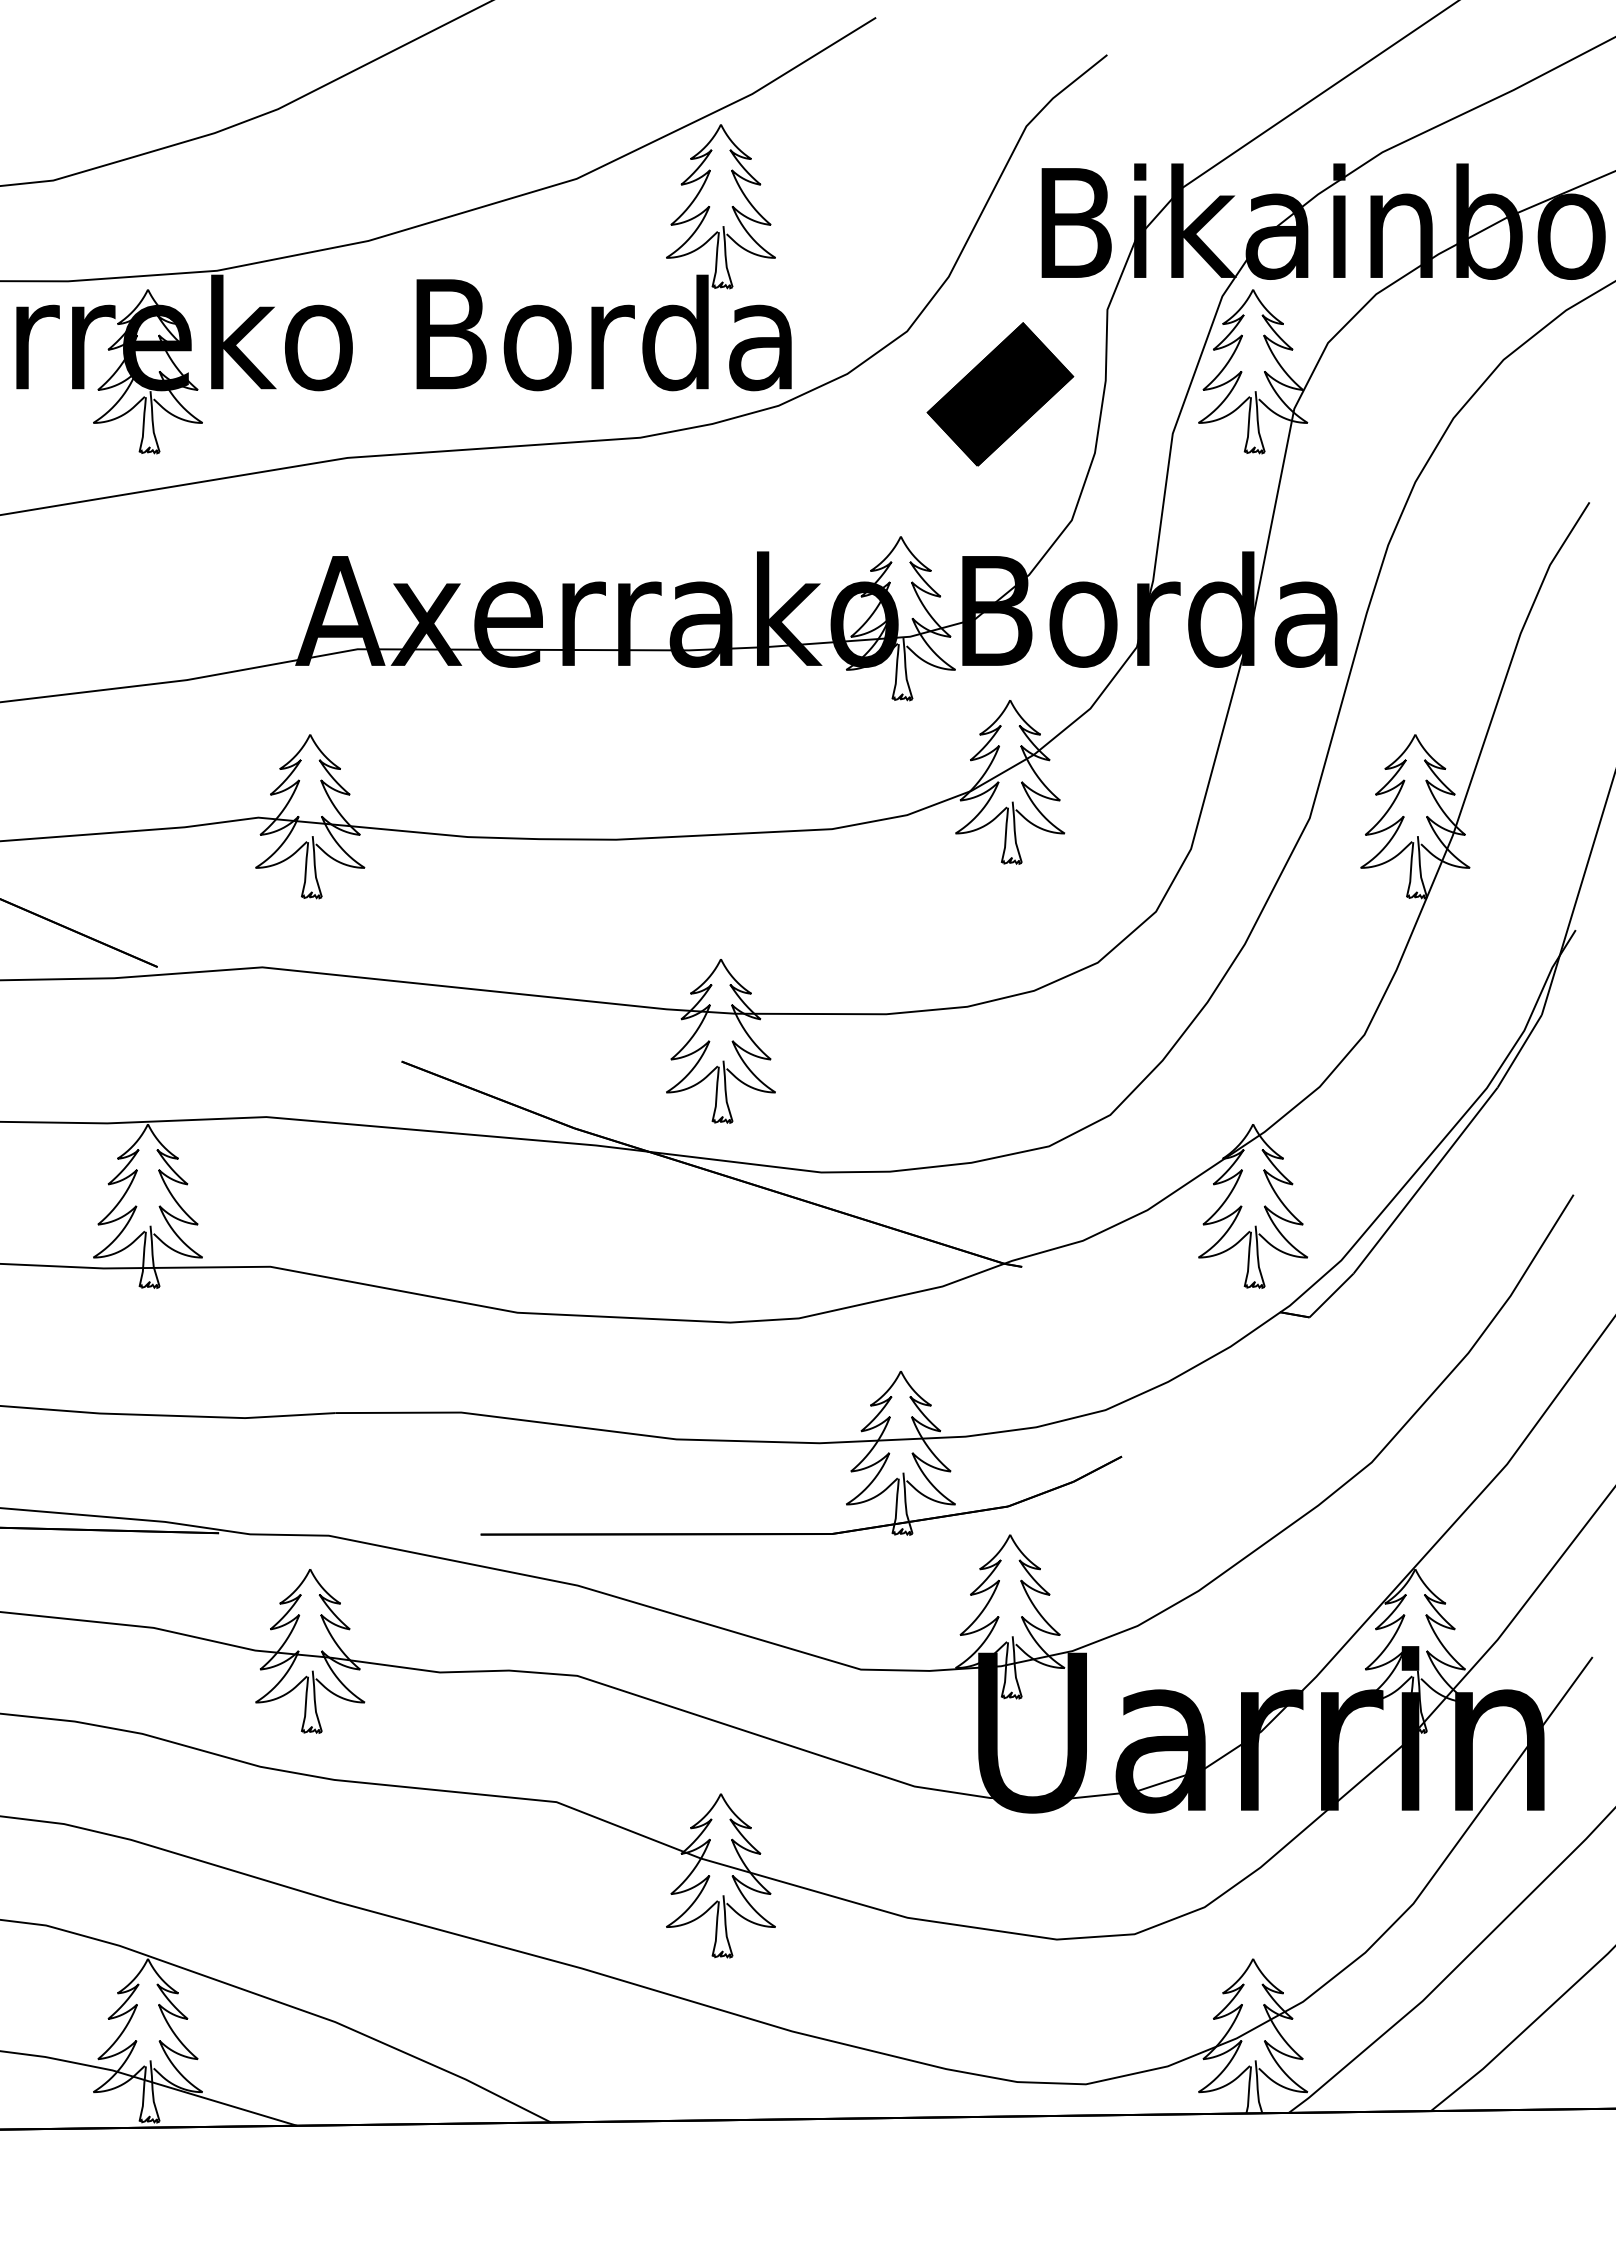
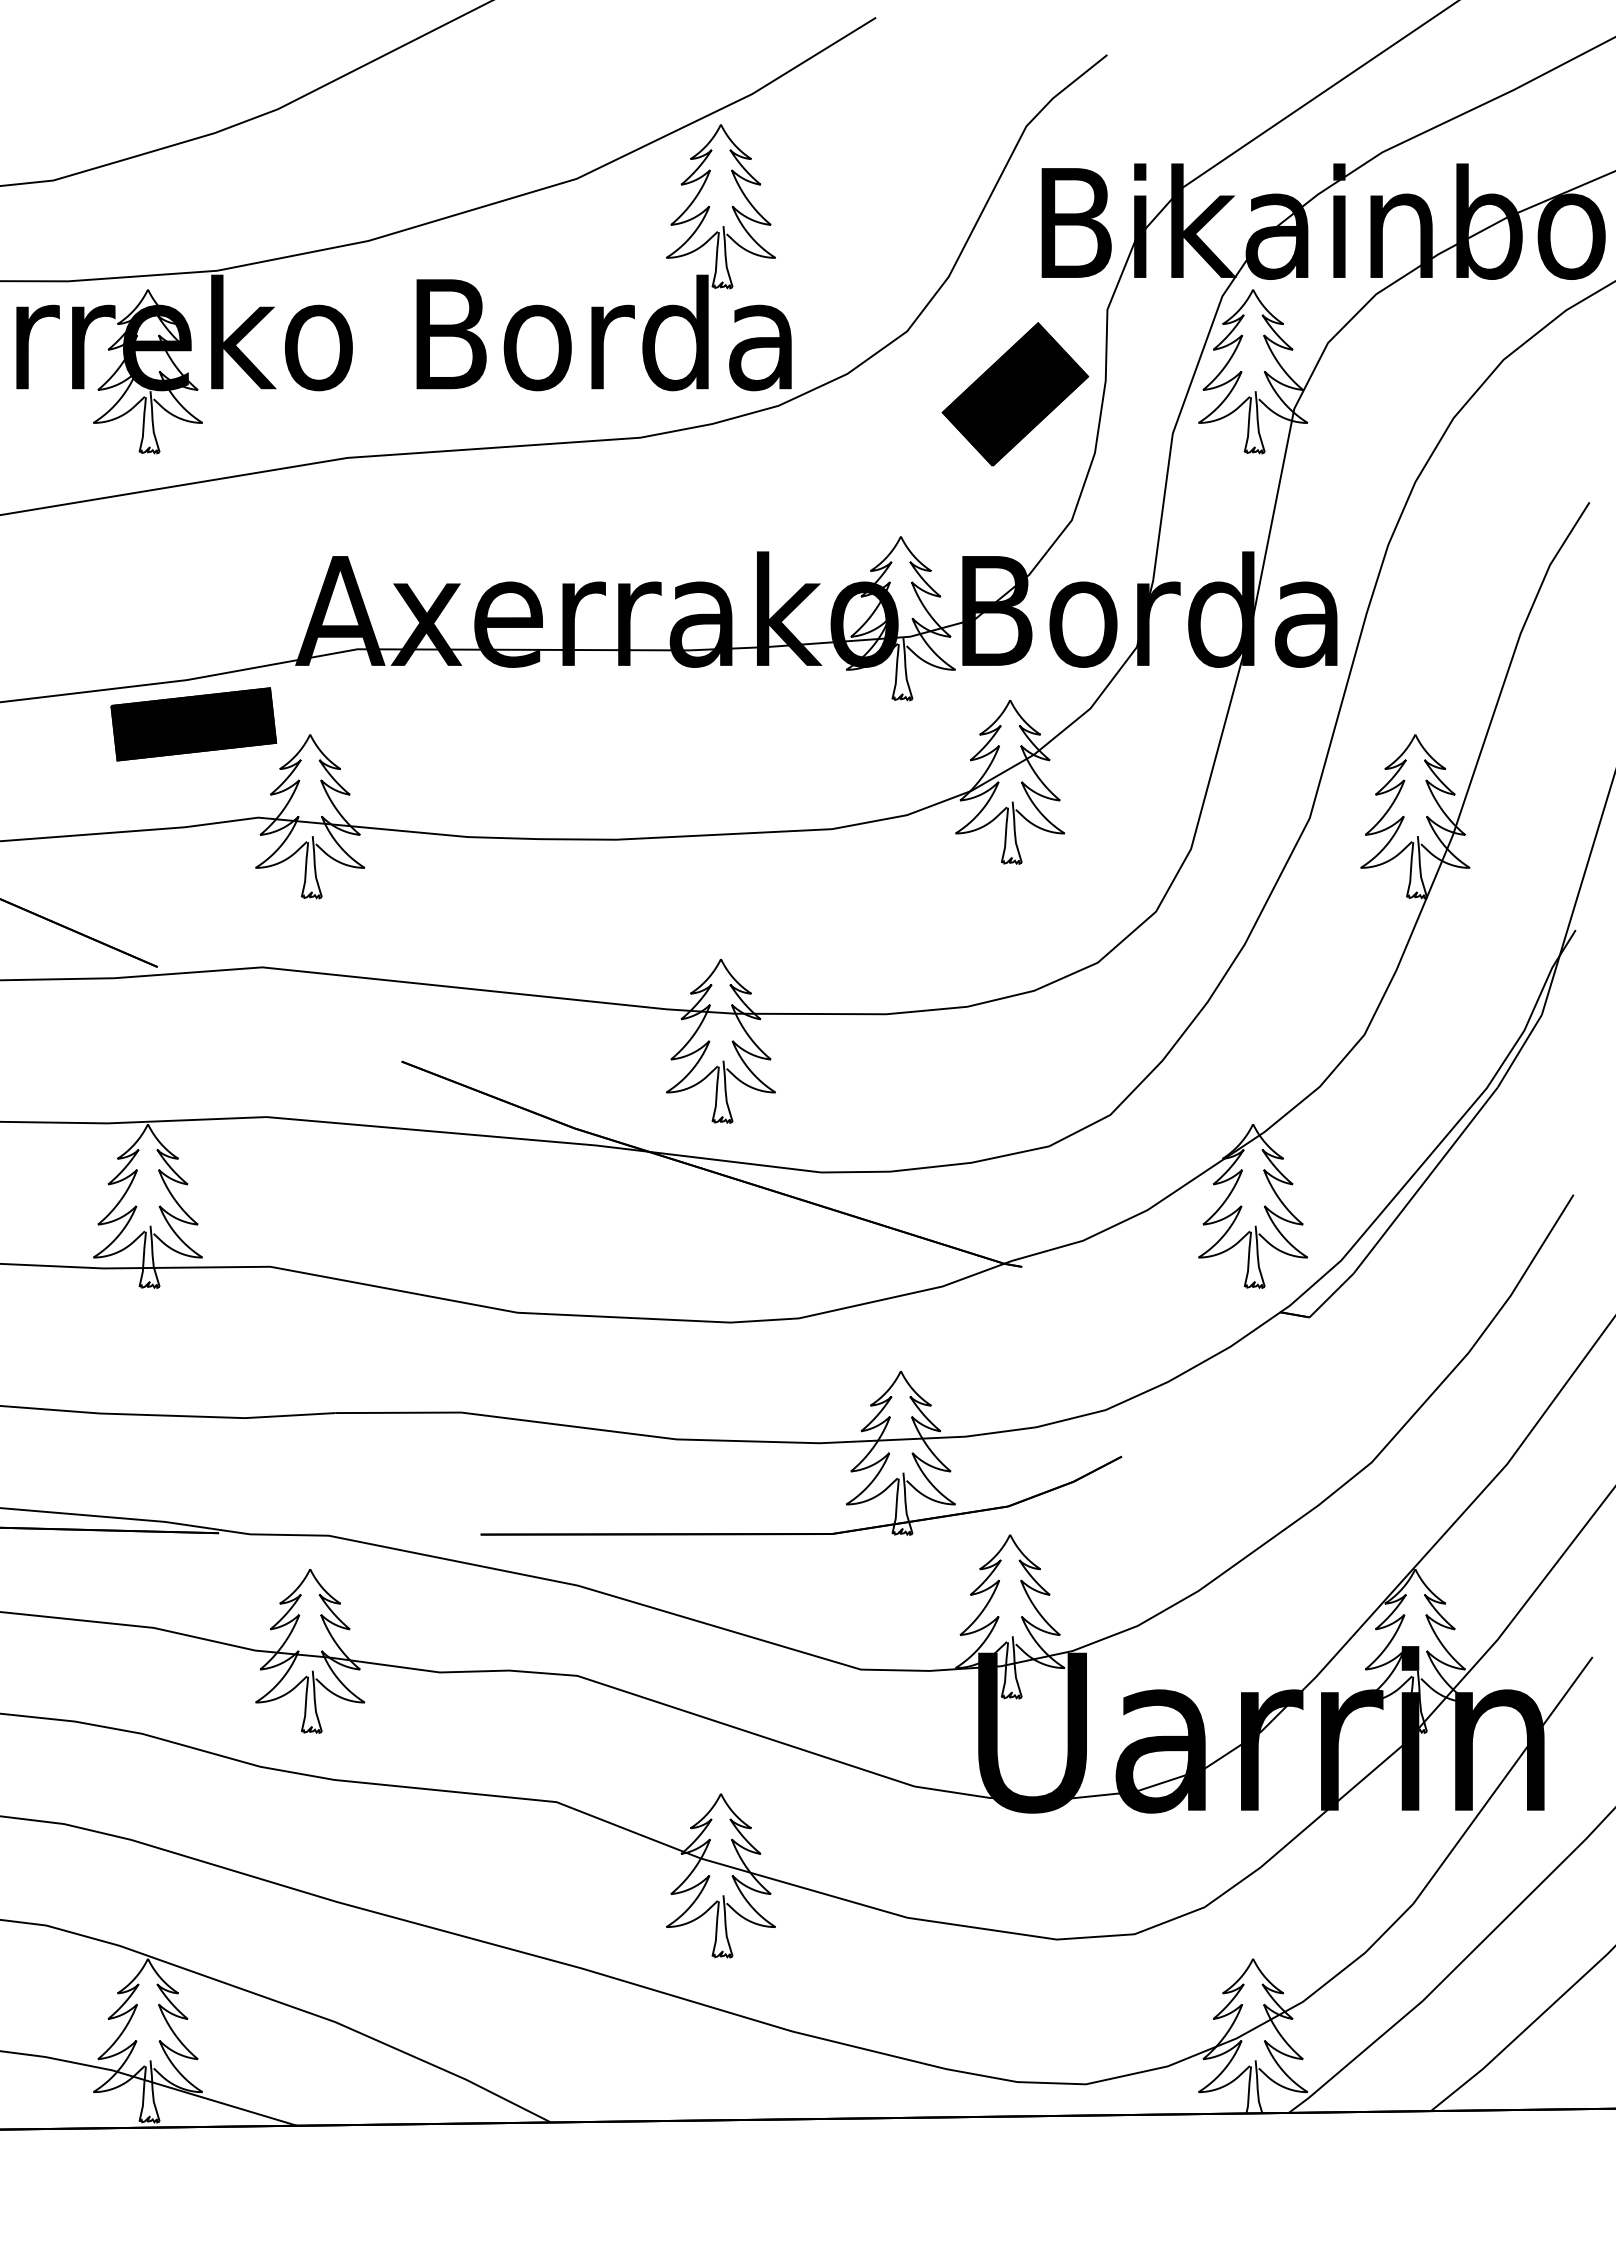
part at (1000, 394) position: (1000, 394) -> (1015, 394)
part at (193, 724): none -> present
